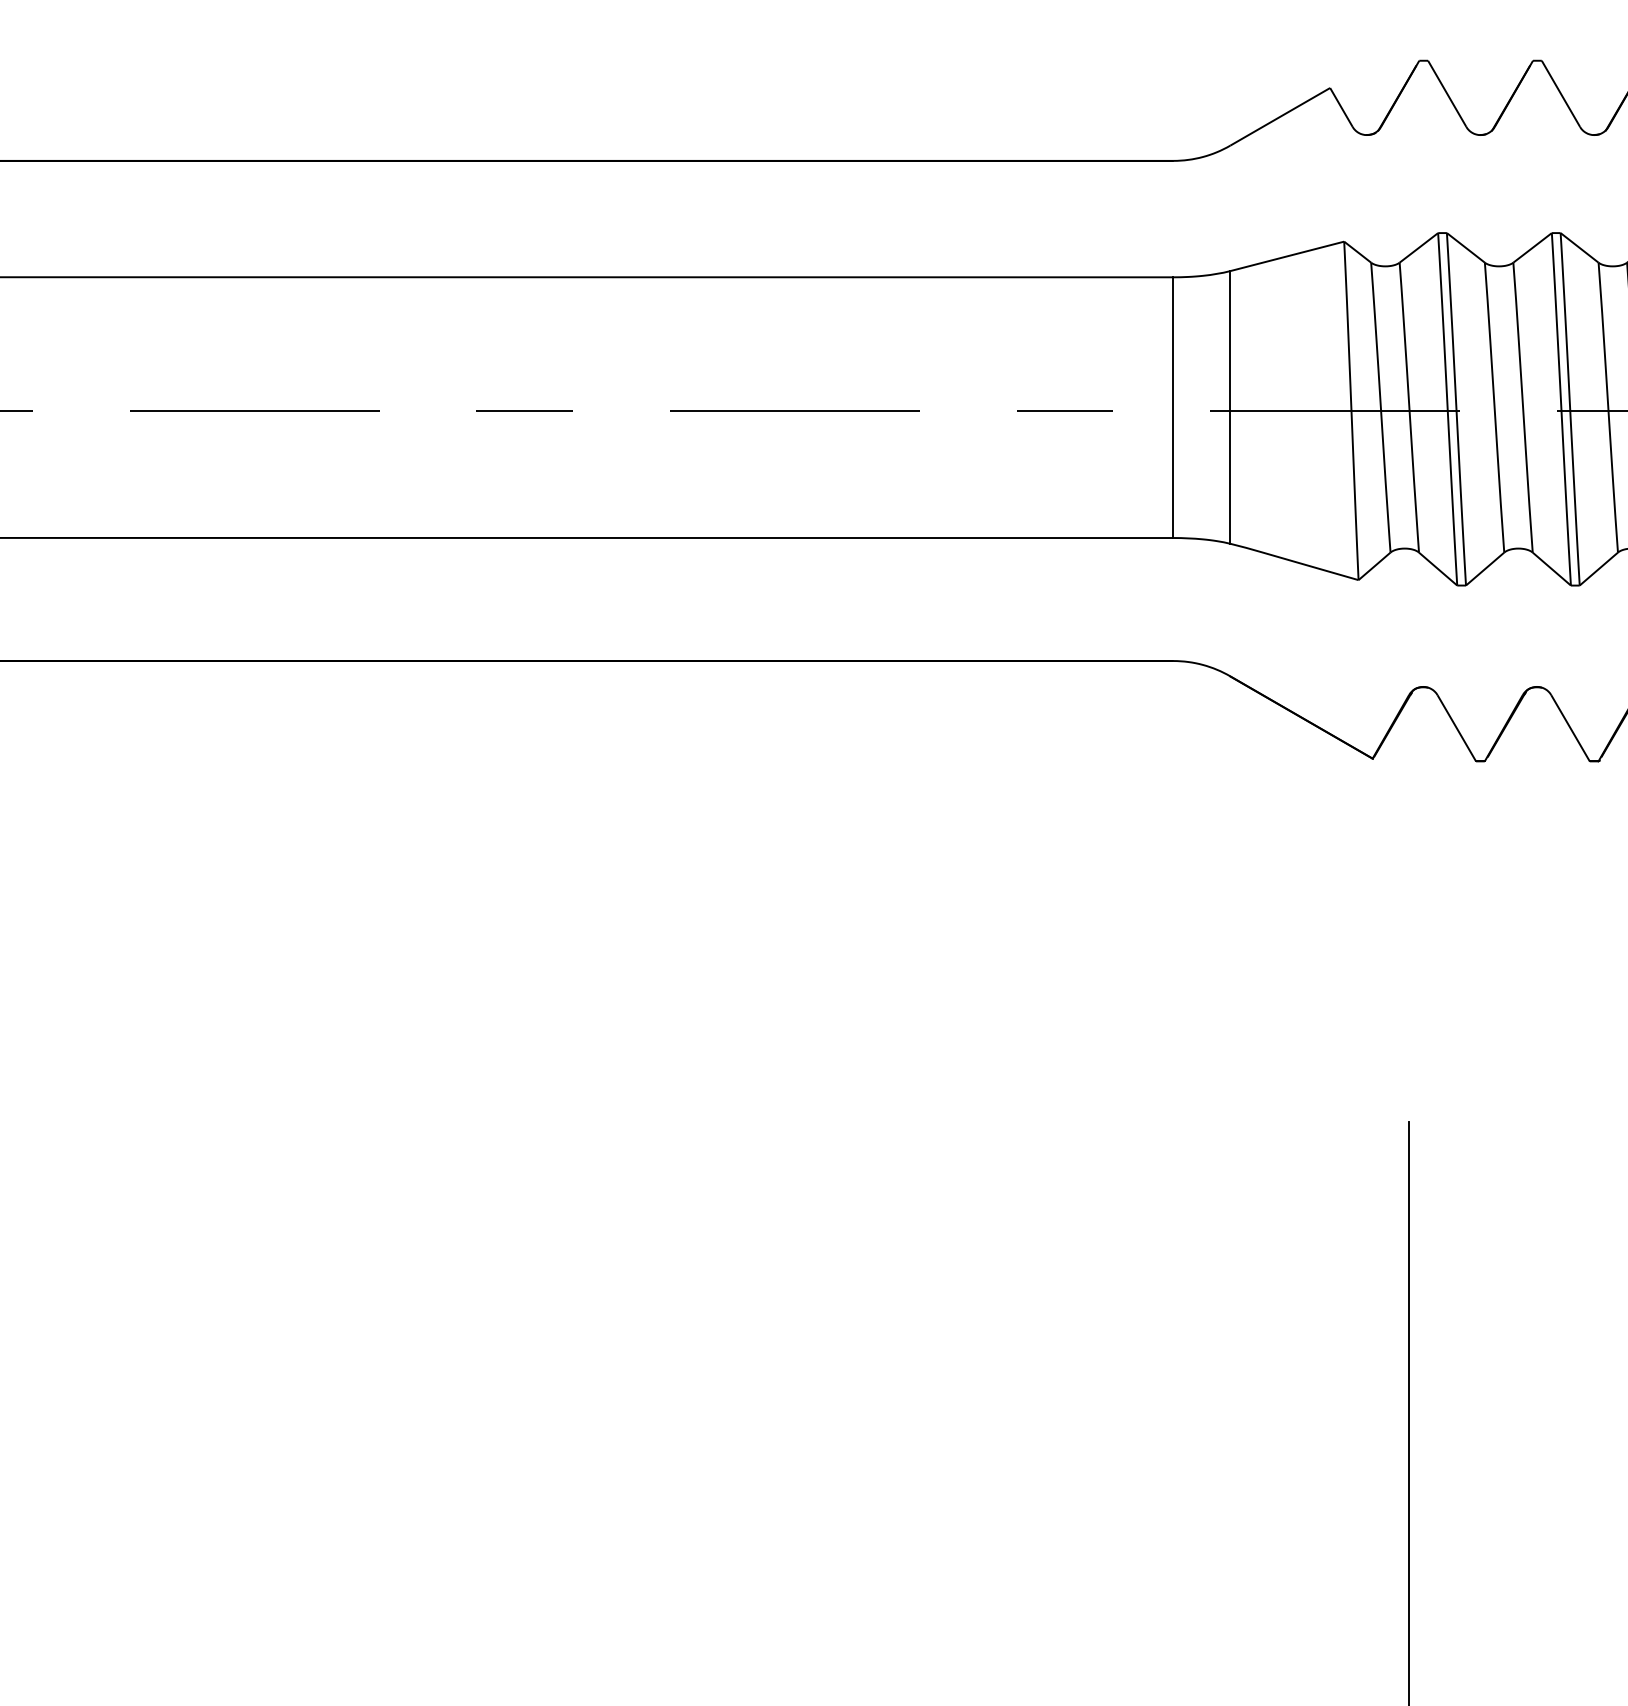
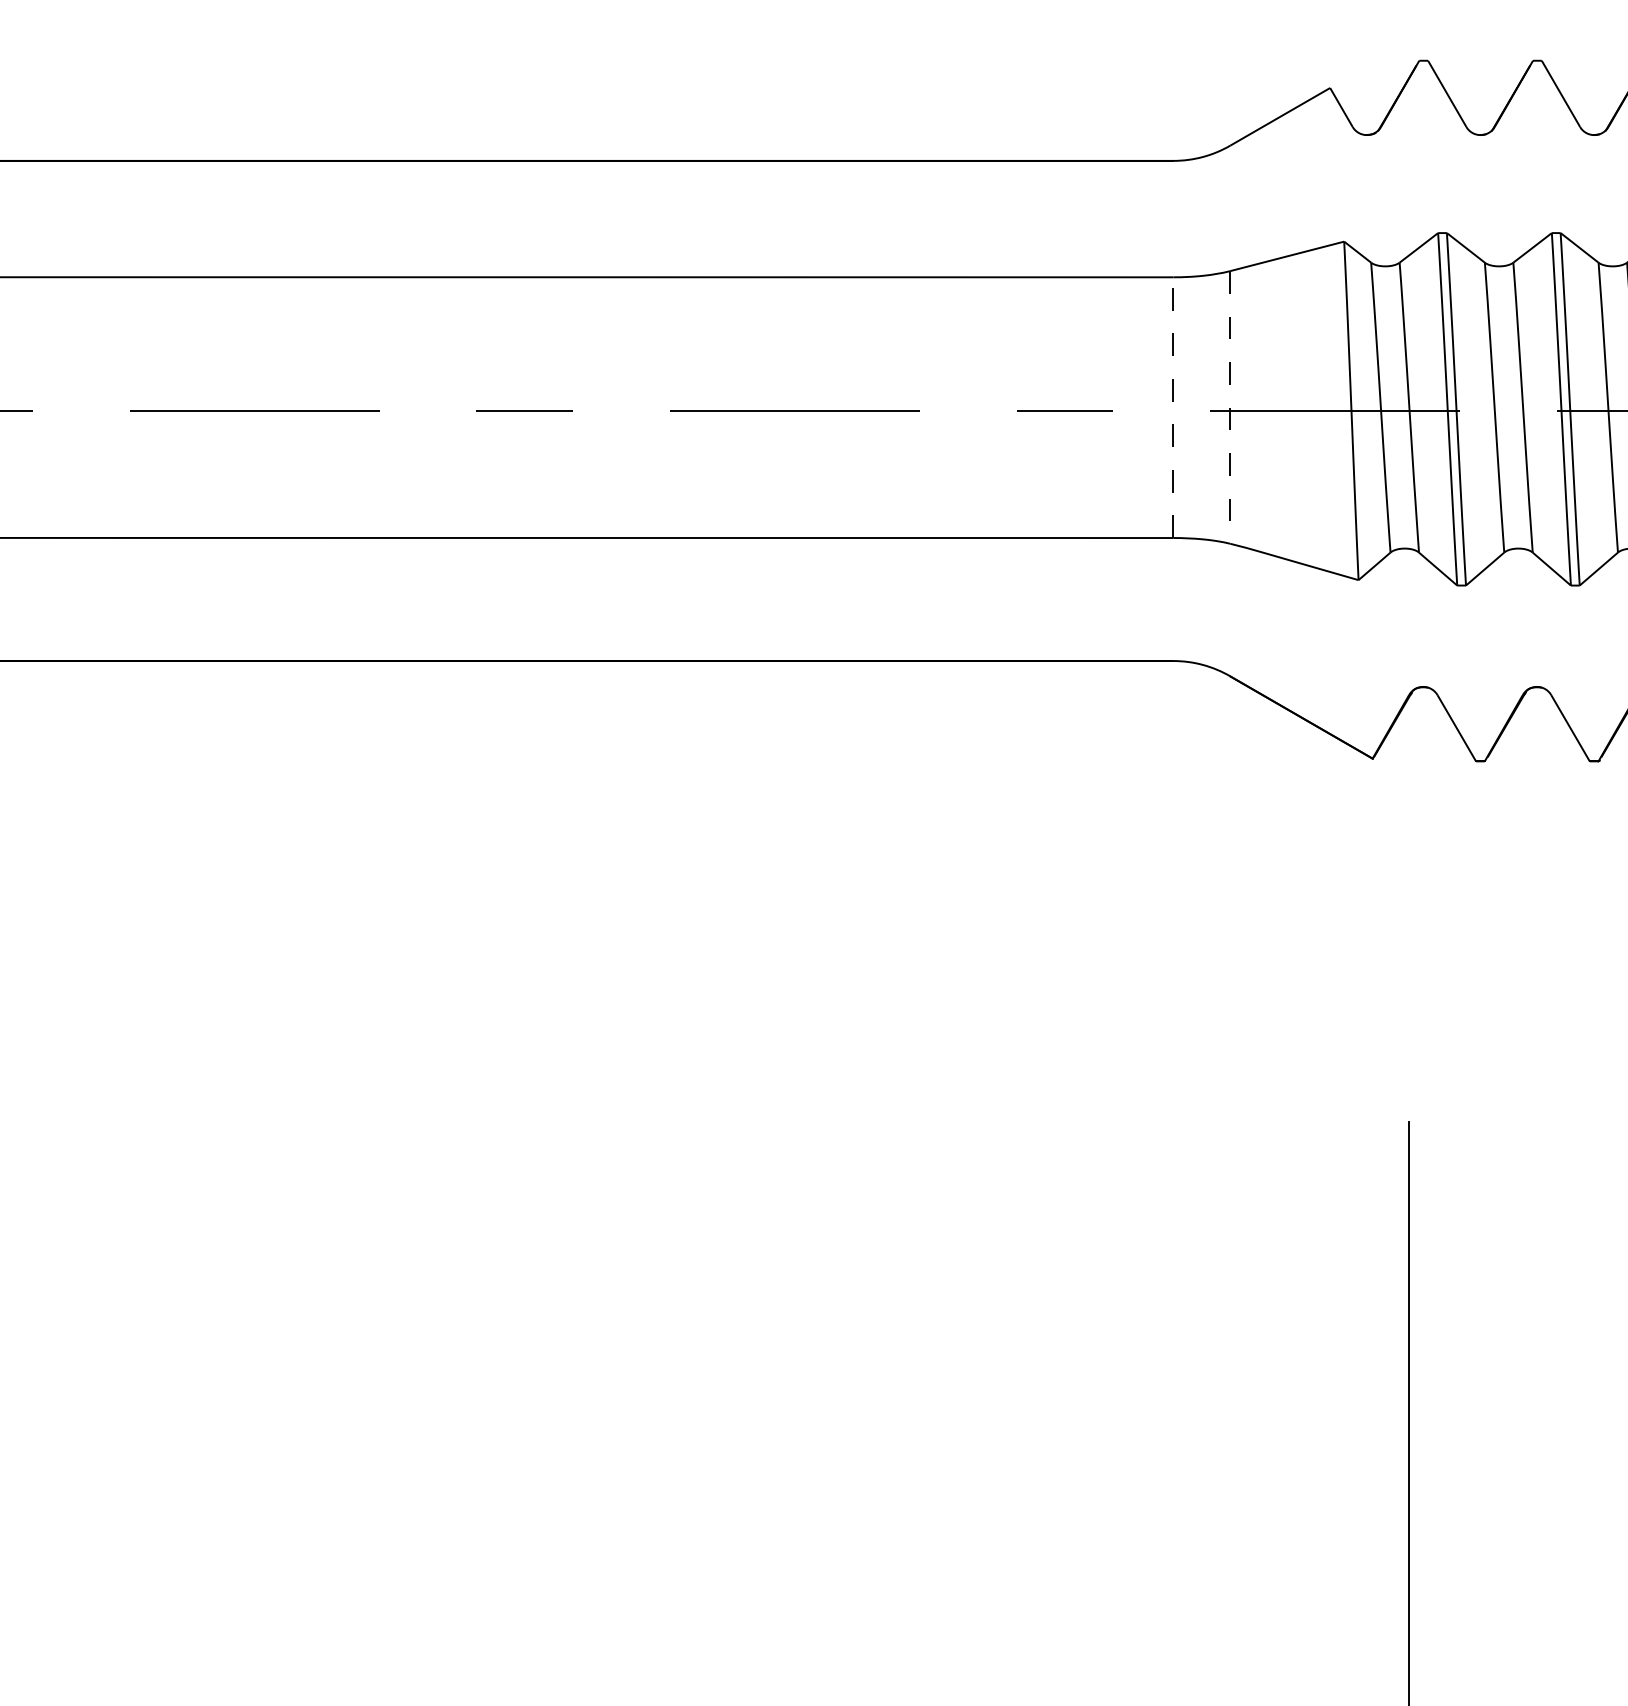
line at (1173, 407): solid -> dashed
line at (1230, 407): solid -> dashed
